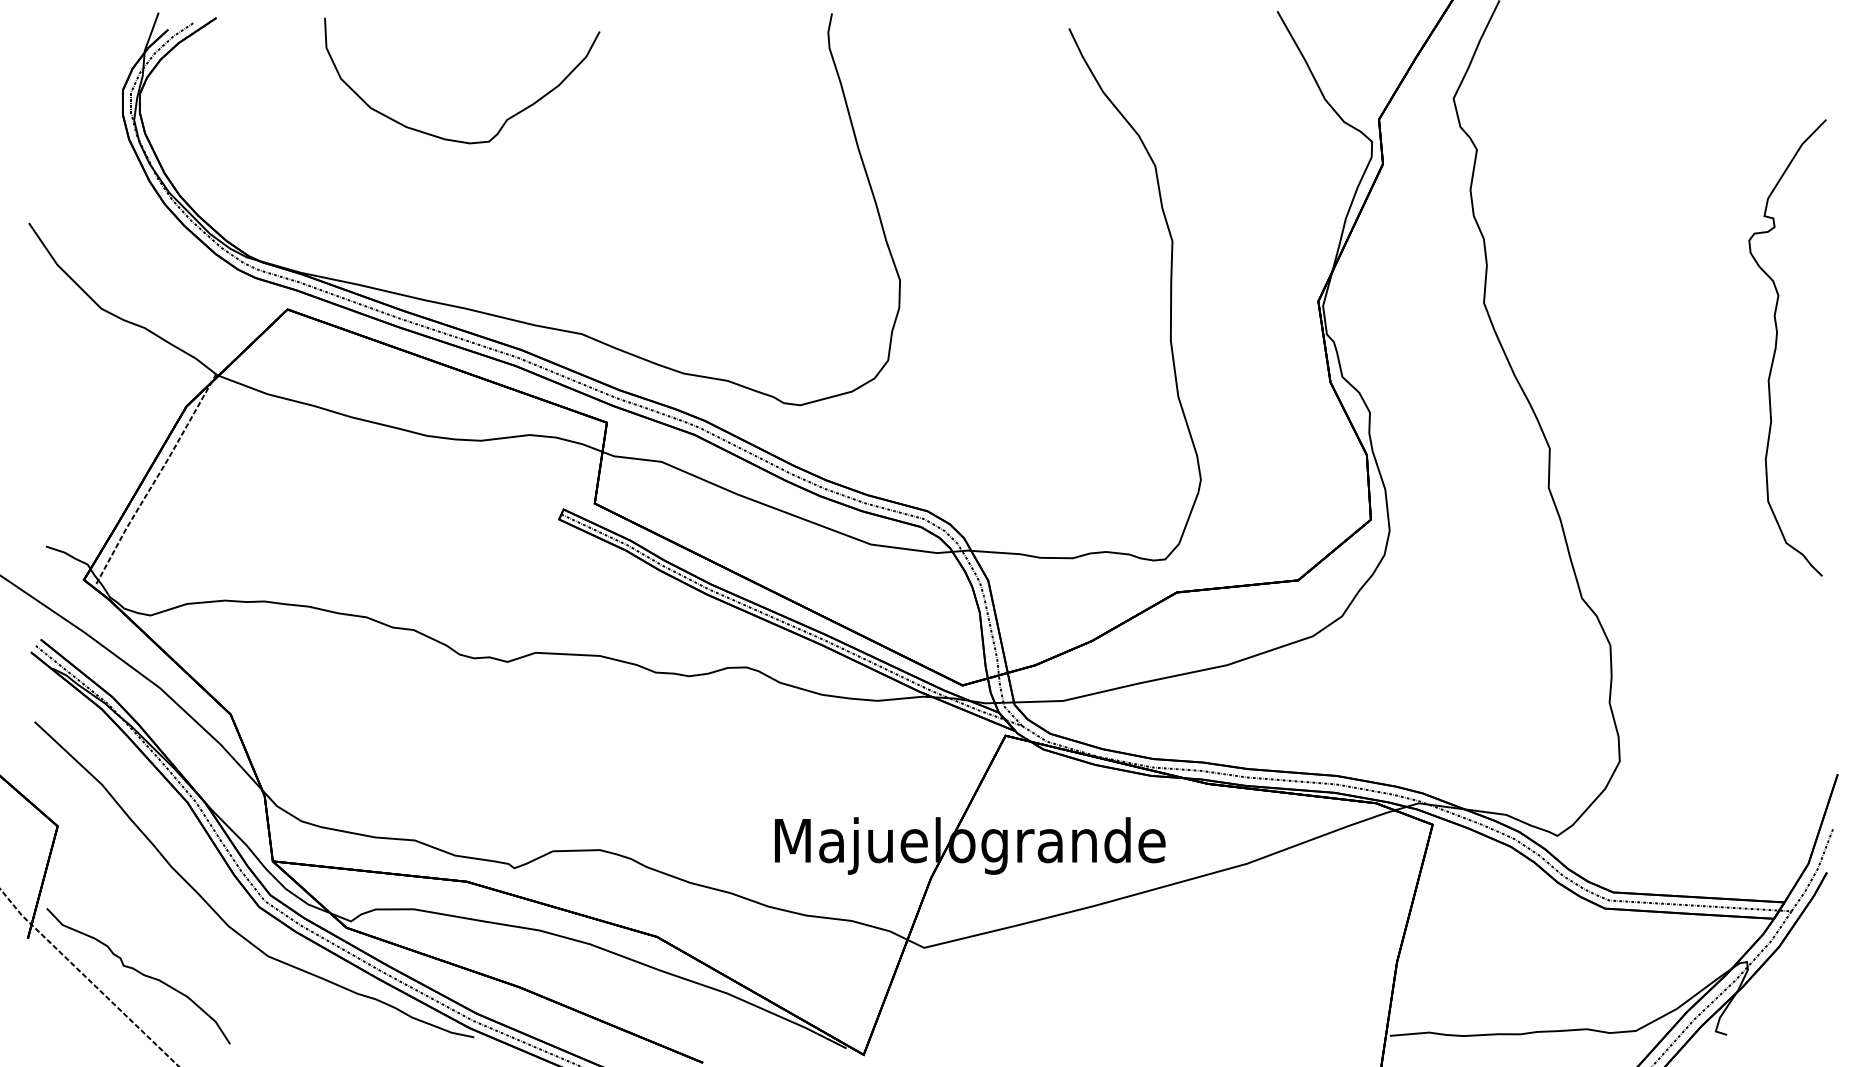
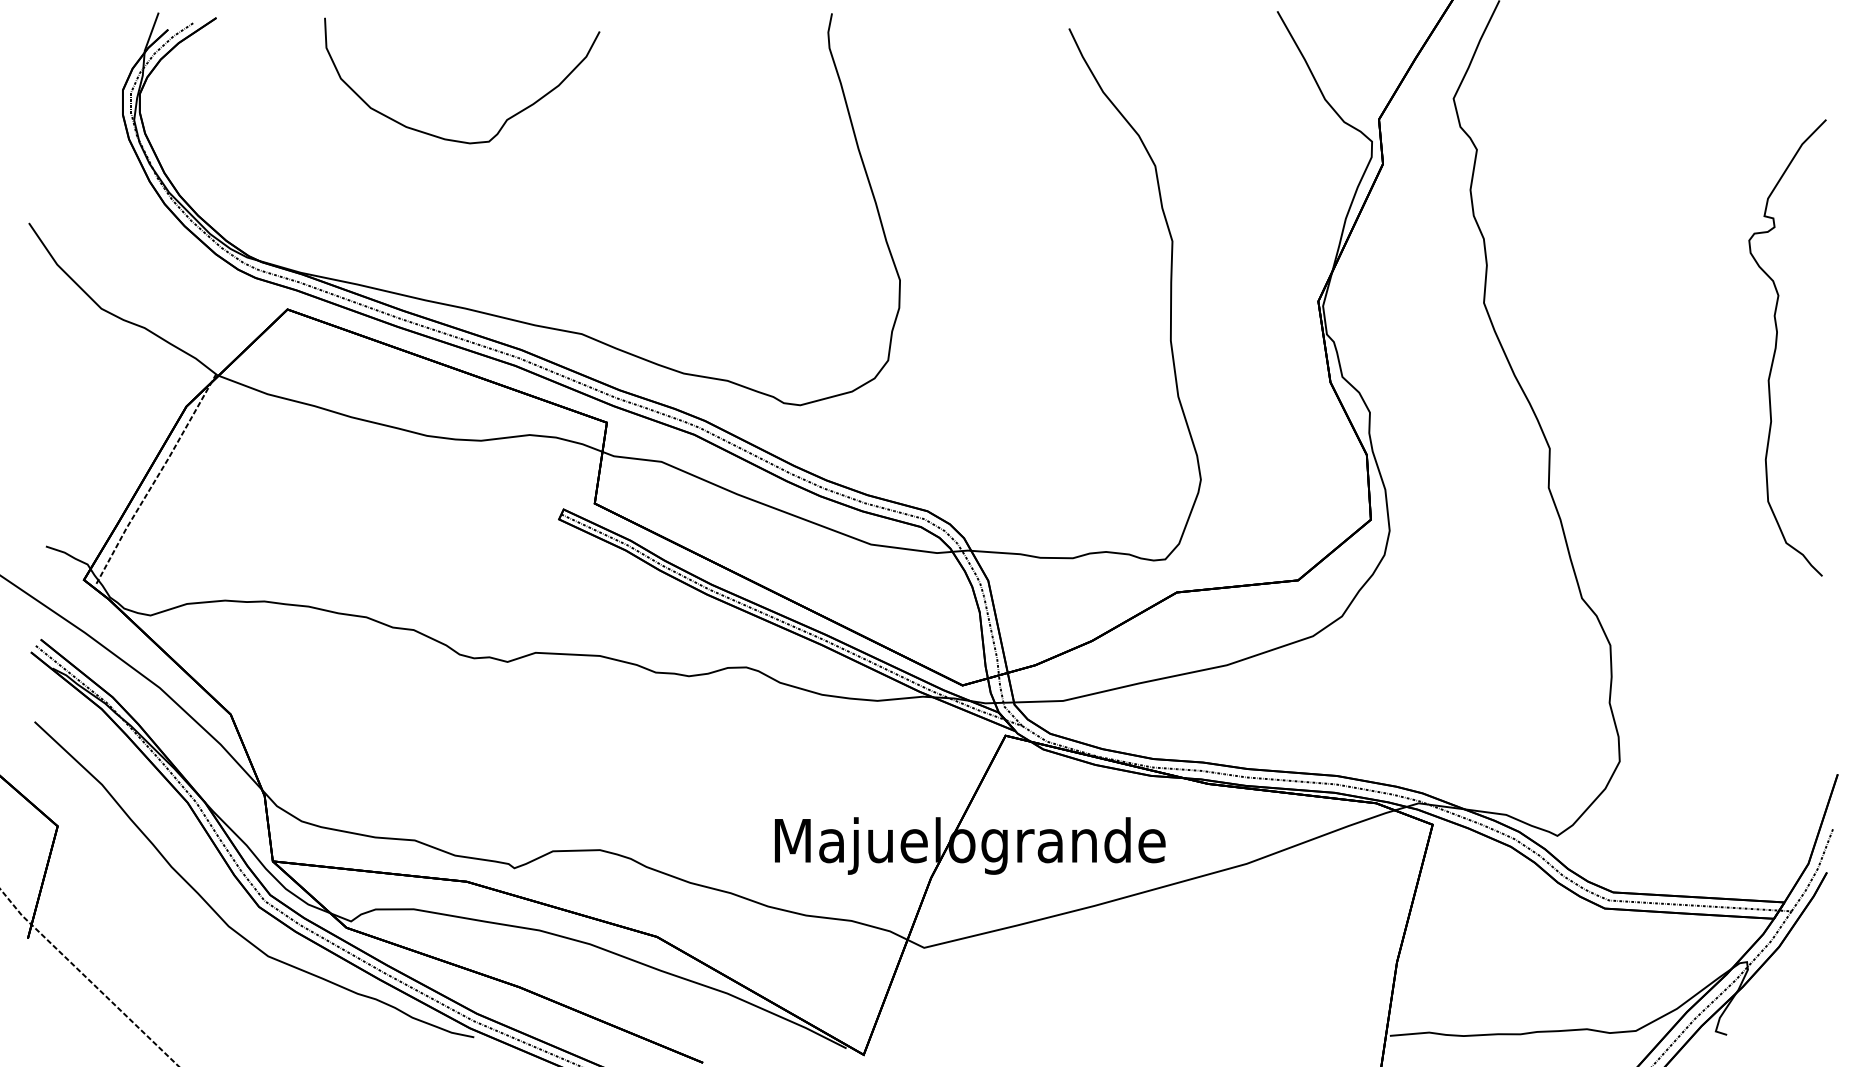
curve at (140, 974): present -> none
